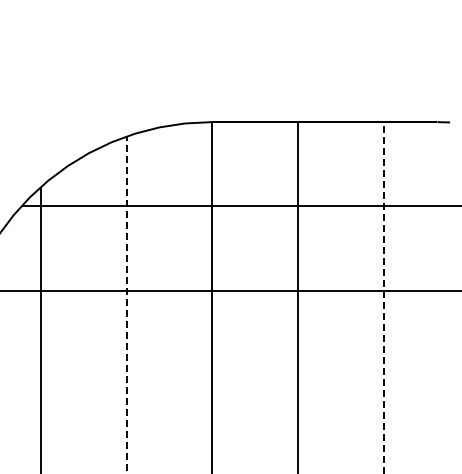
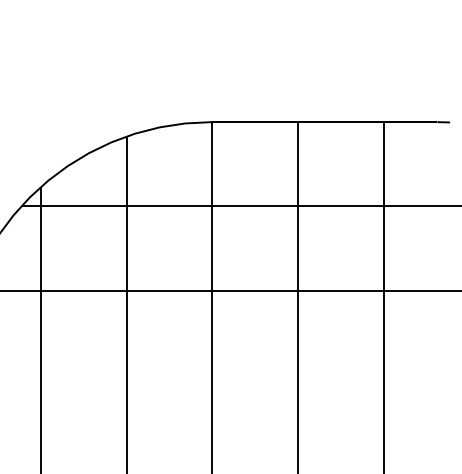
line at (383, 297): dashed -> solid
line at (126, 304): dashed -> solid
